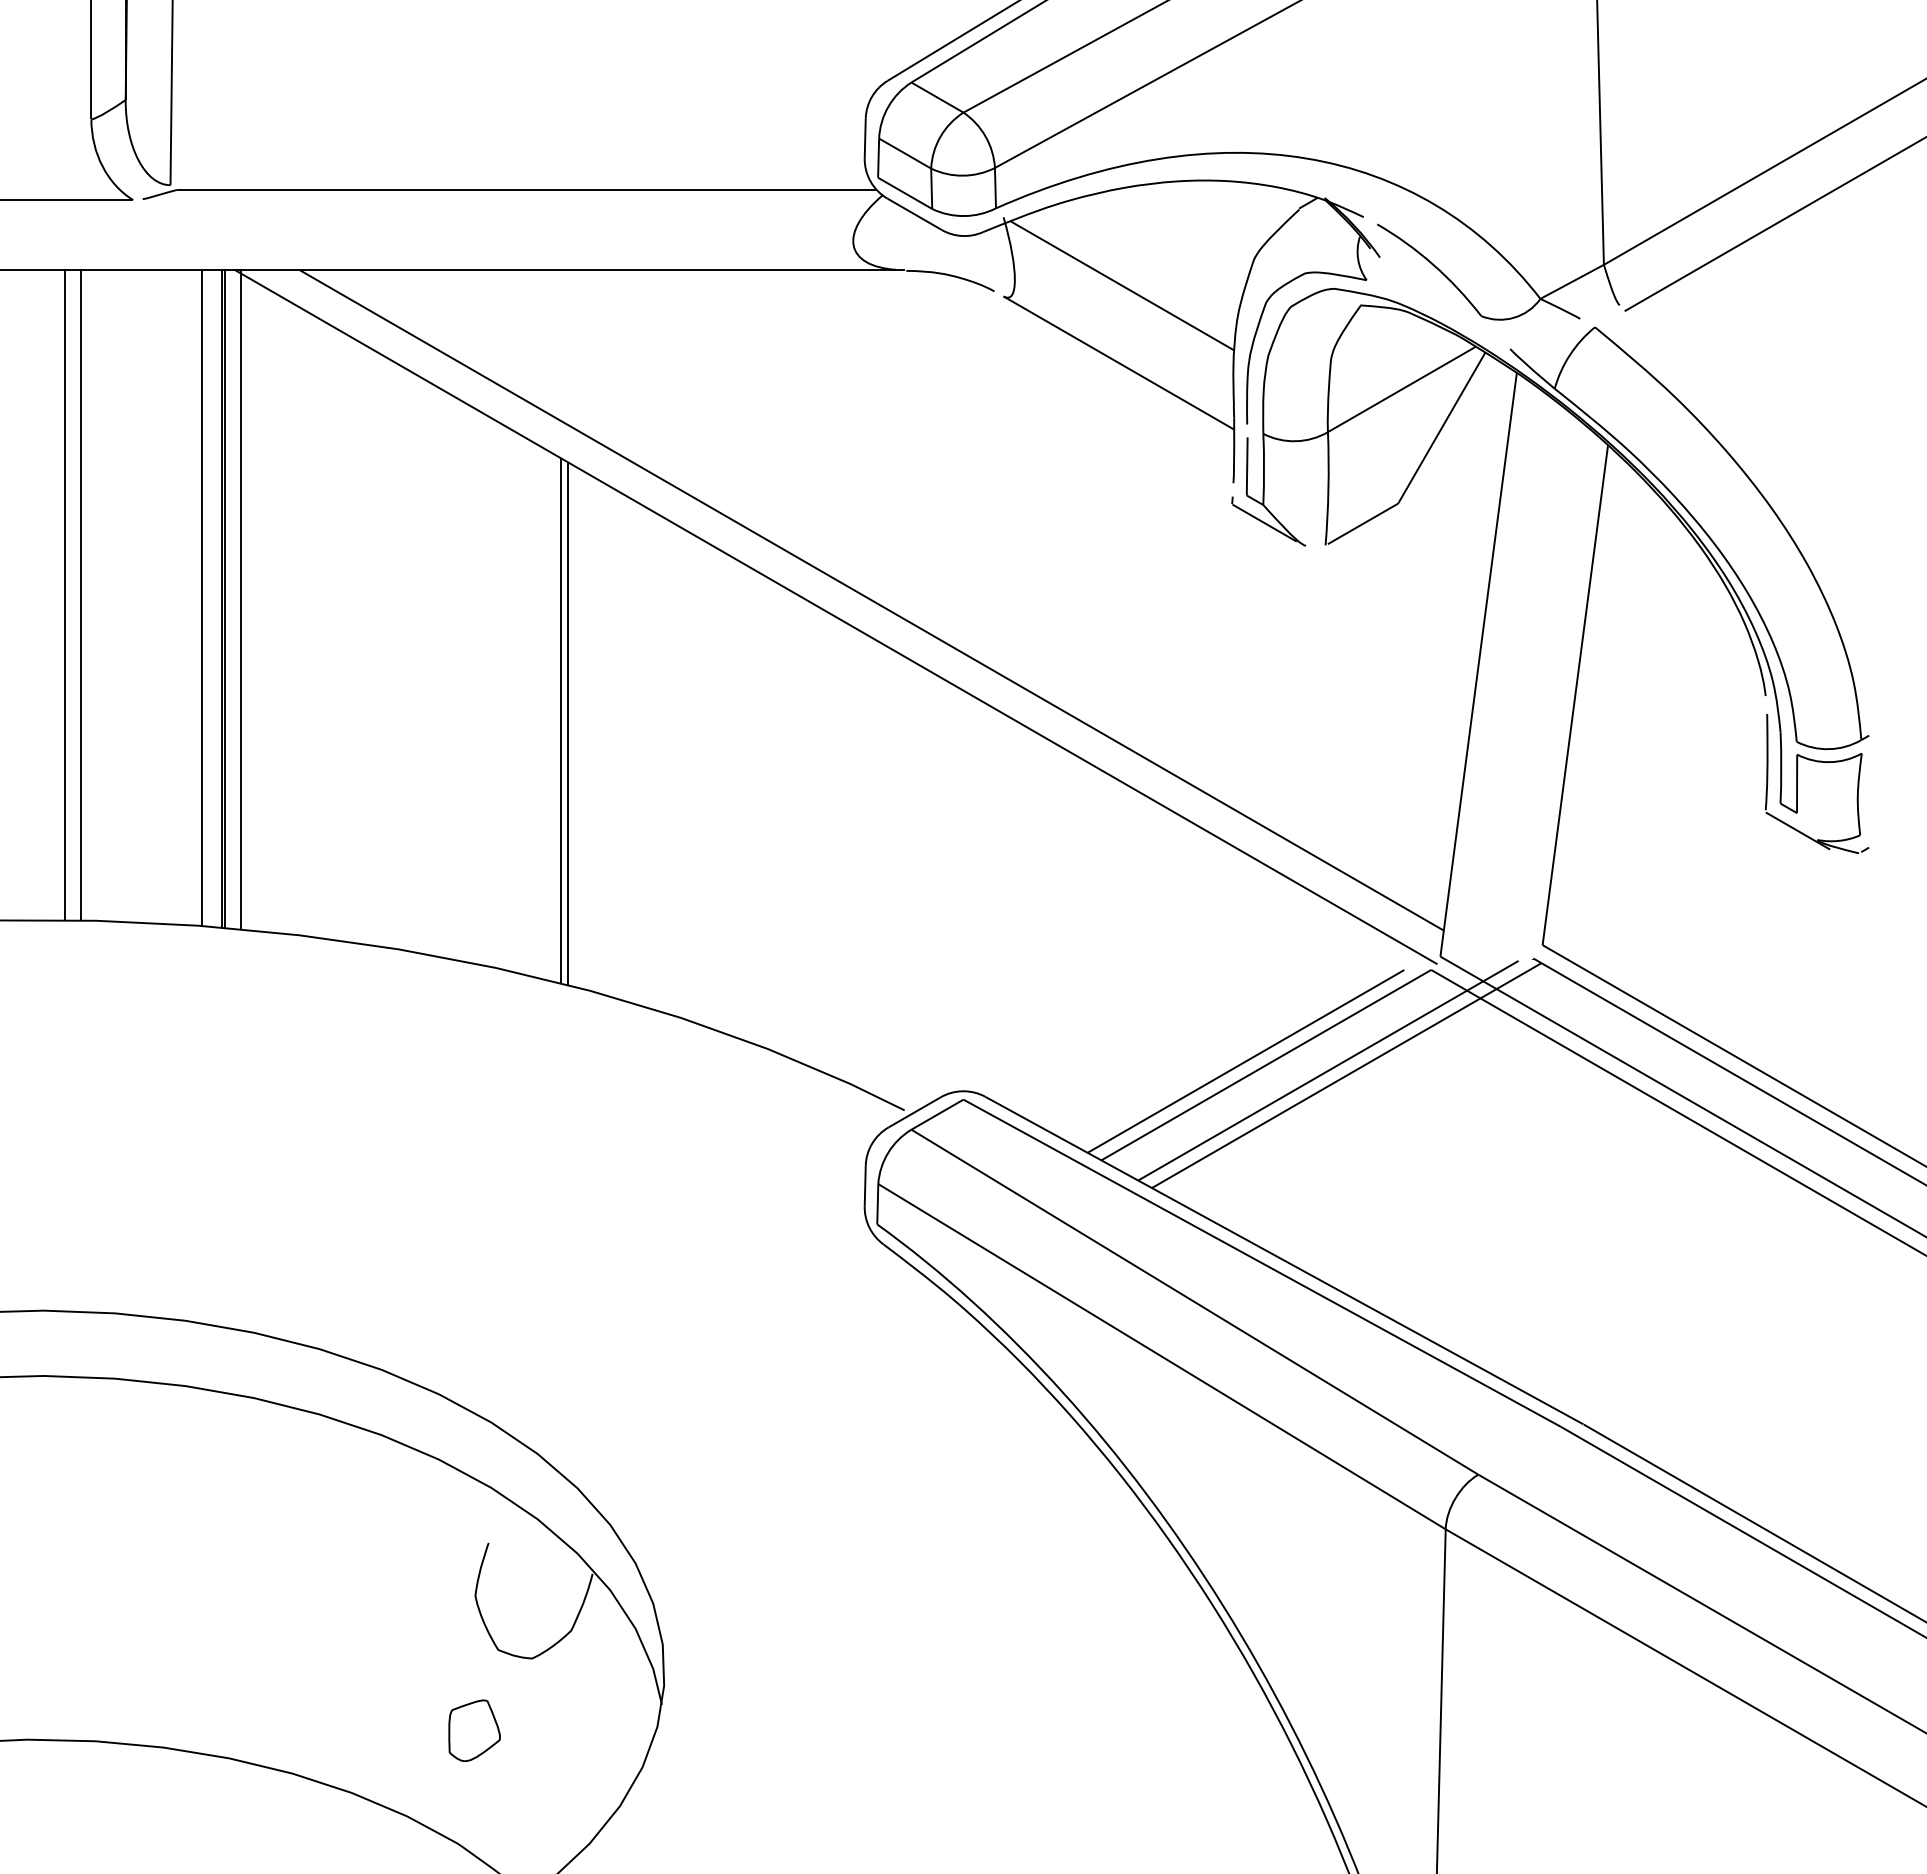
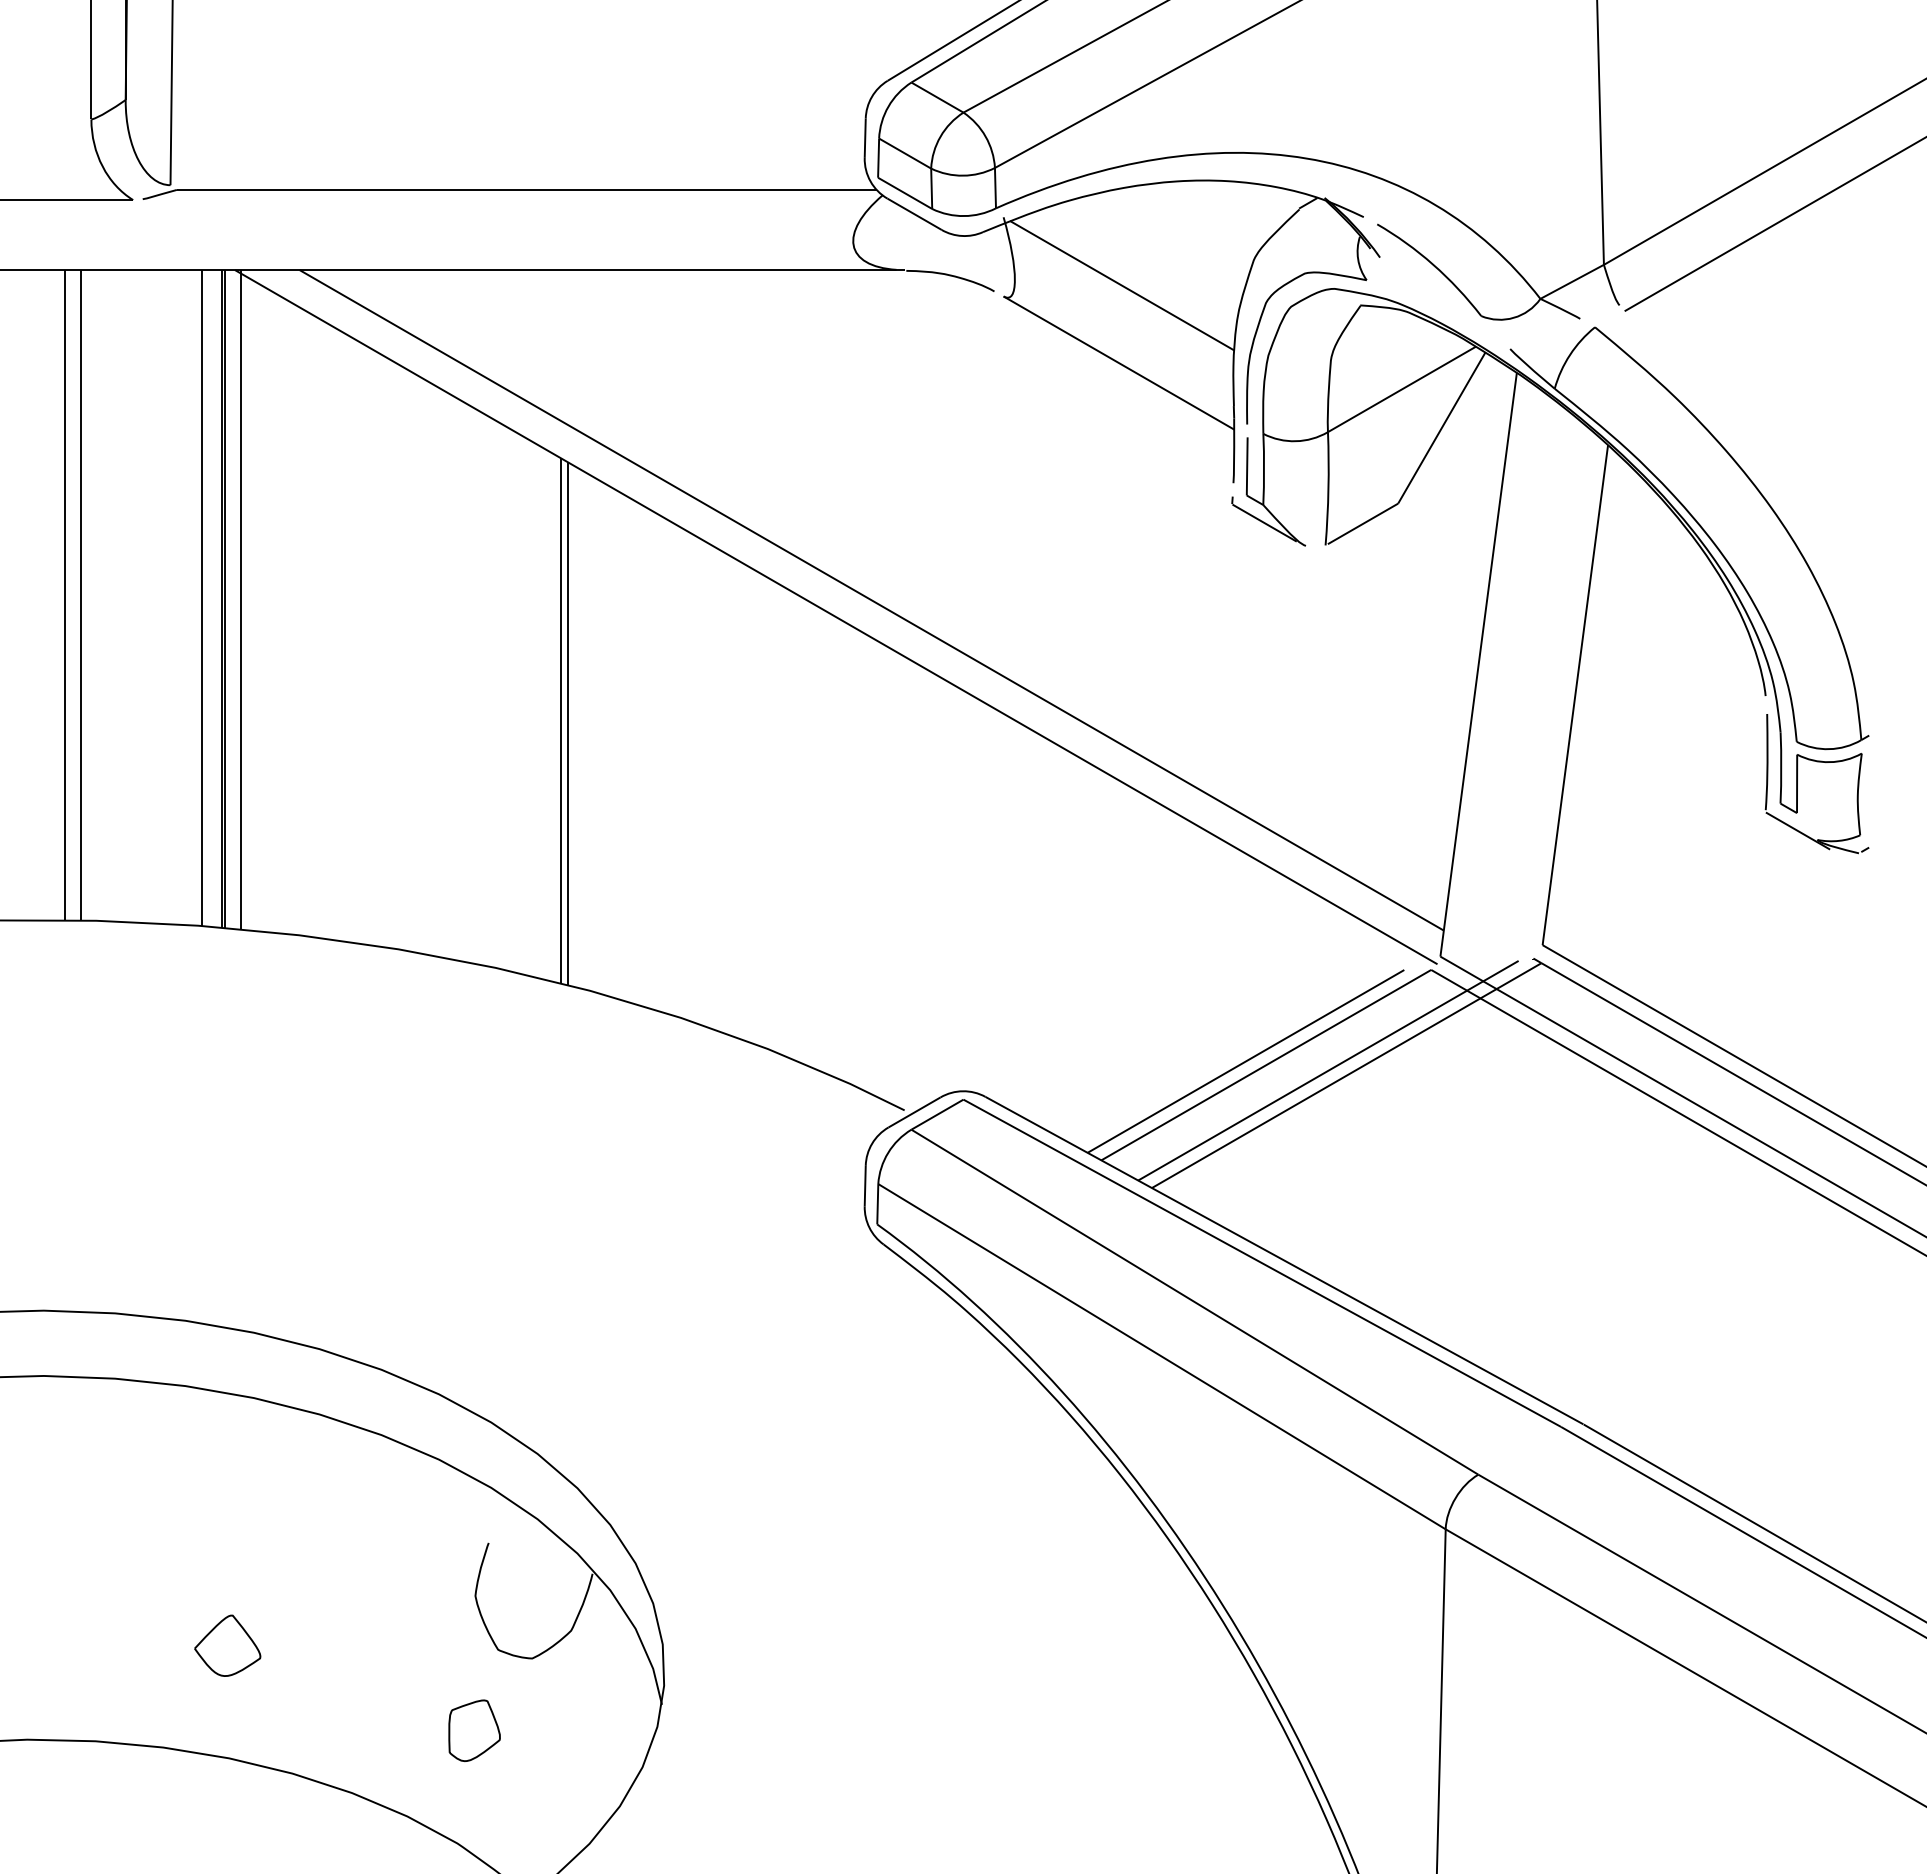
part at (227, 1645): none -> present
